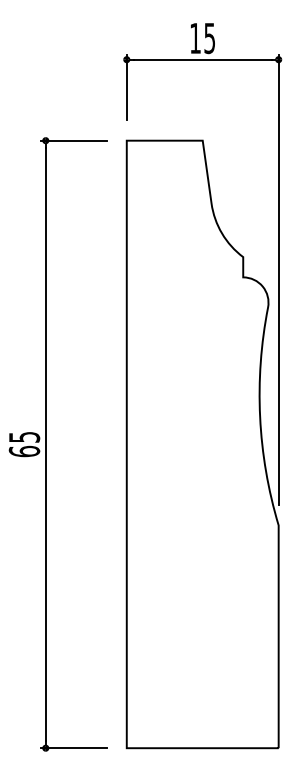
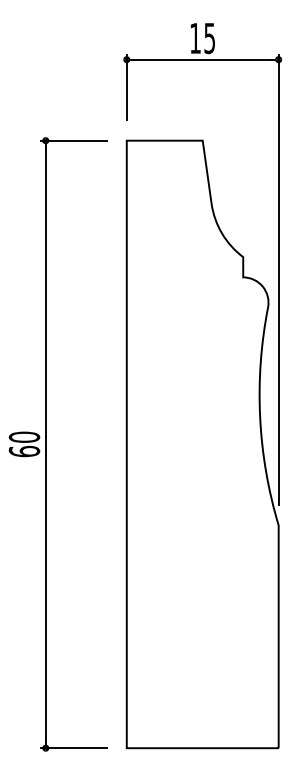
text at (24, 436): 65 -> 60
